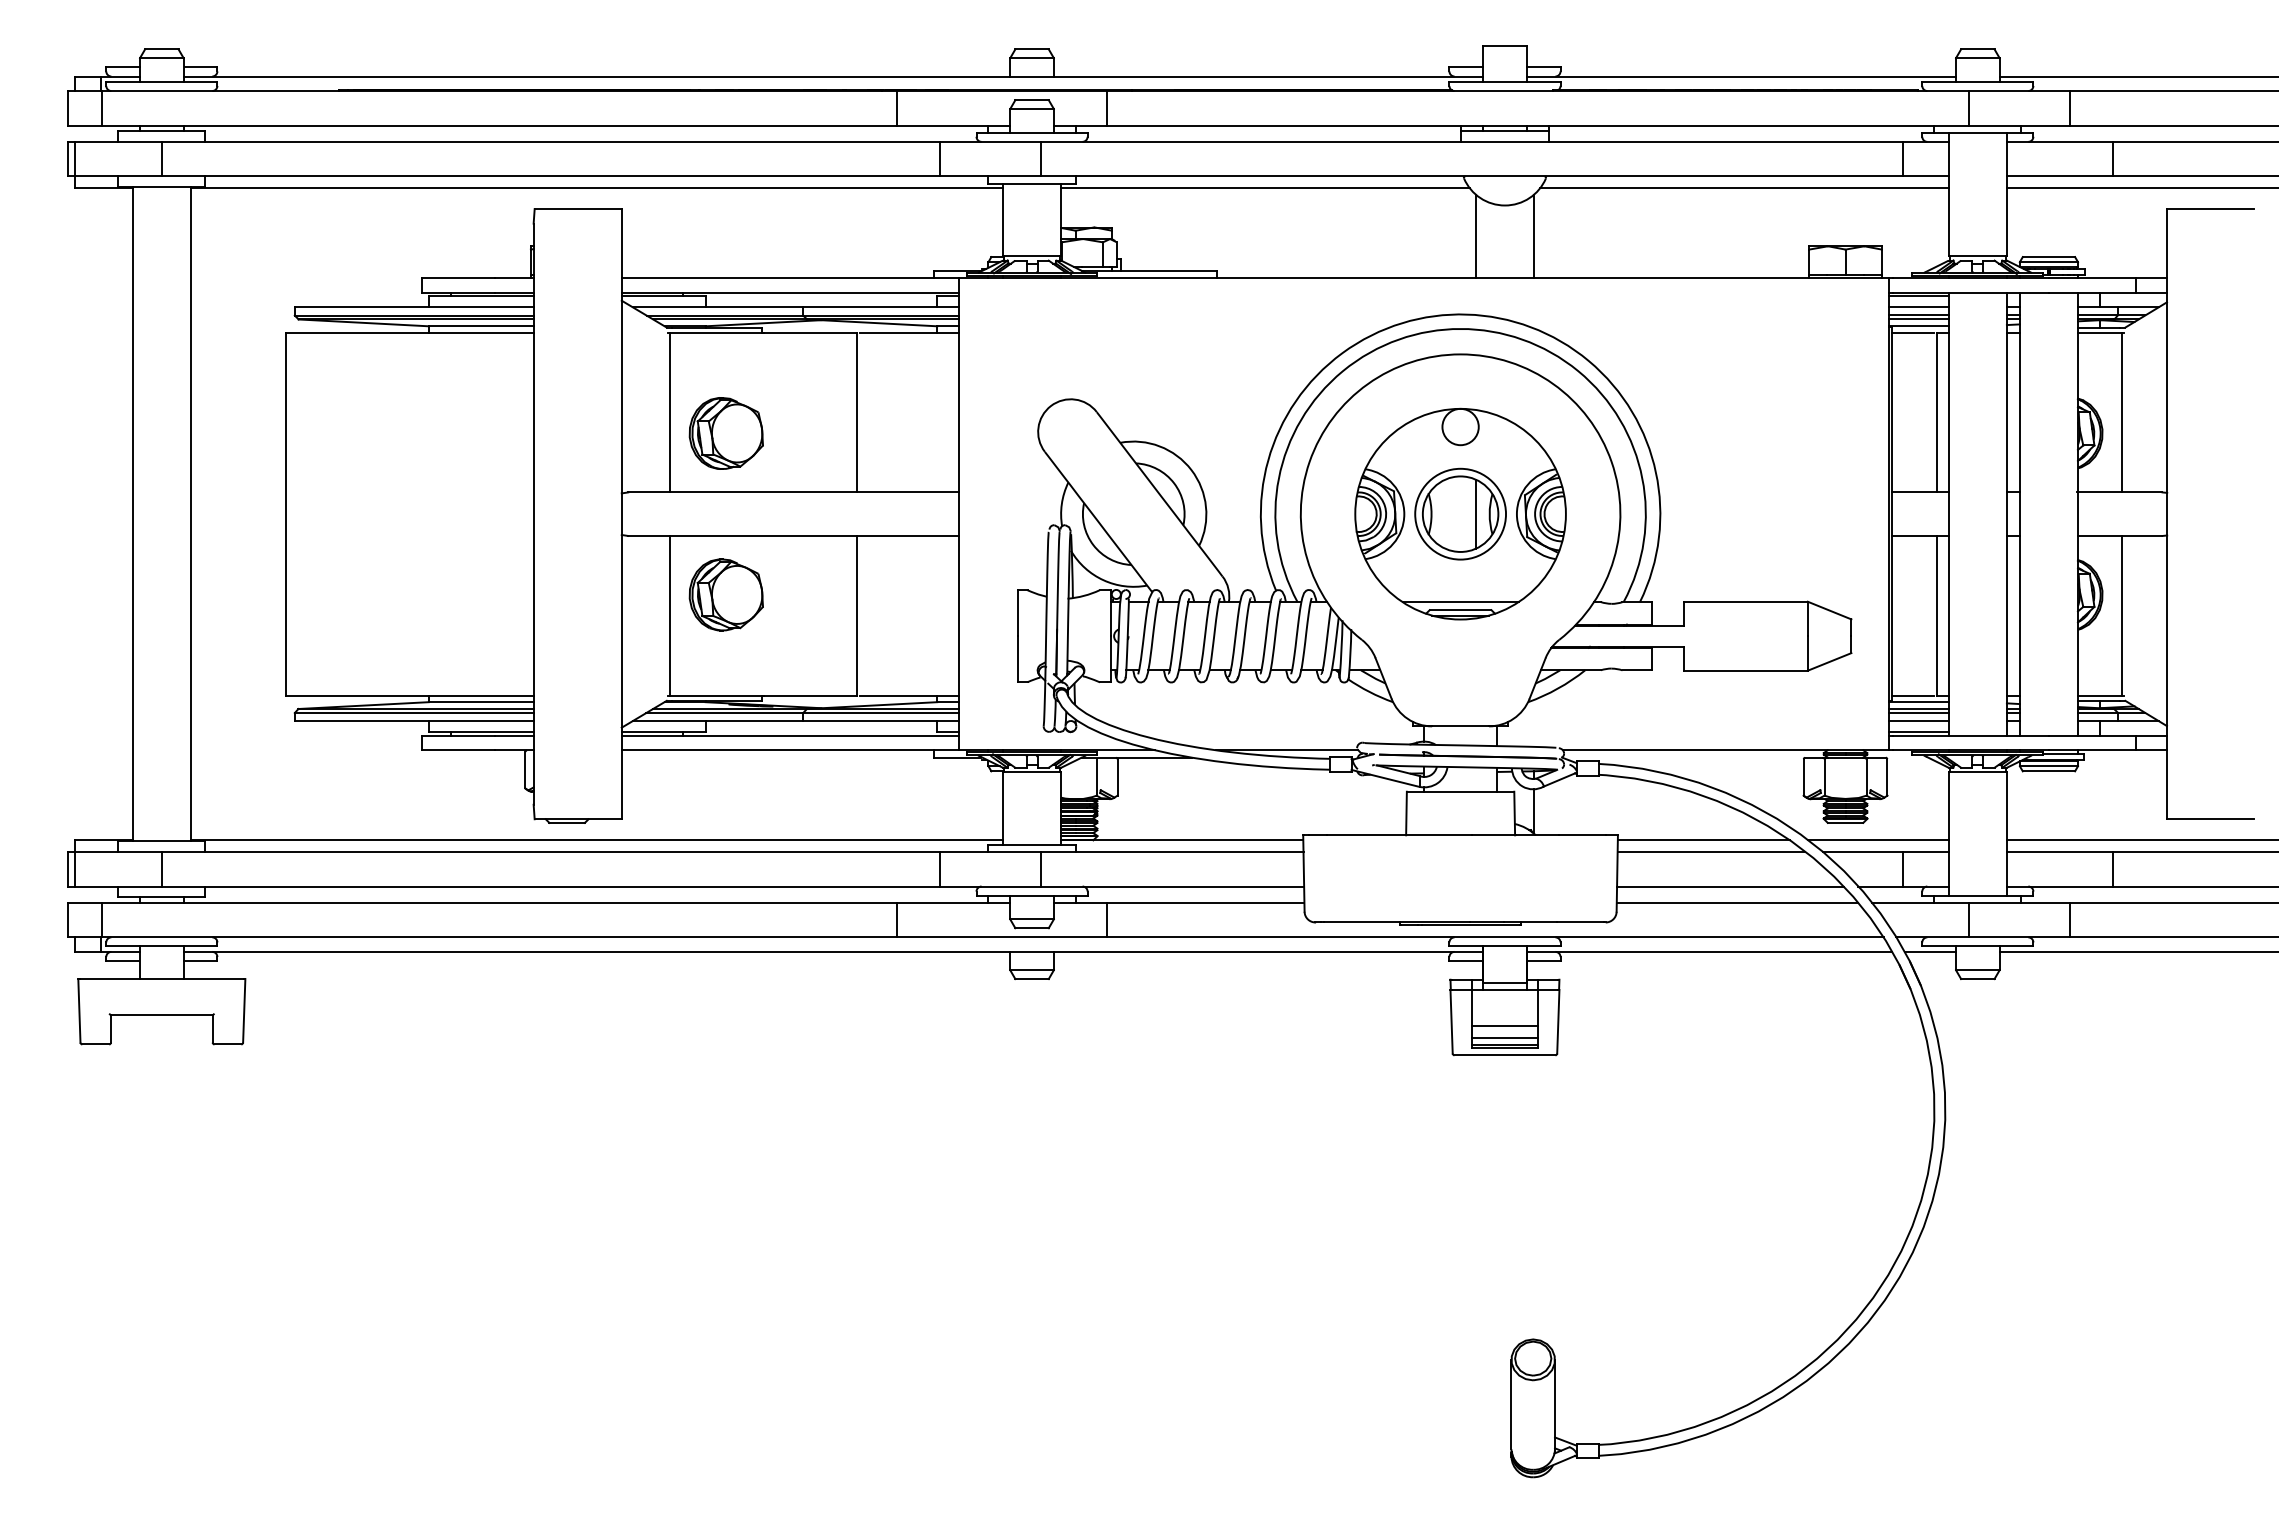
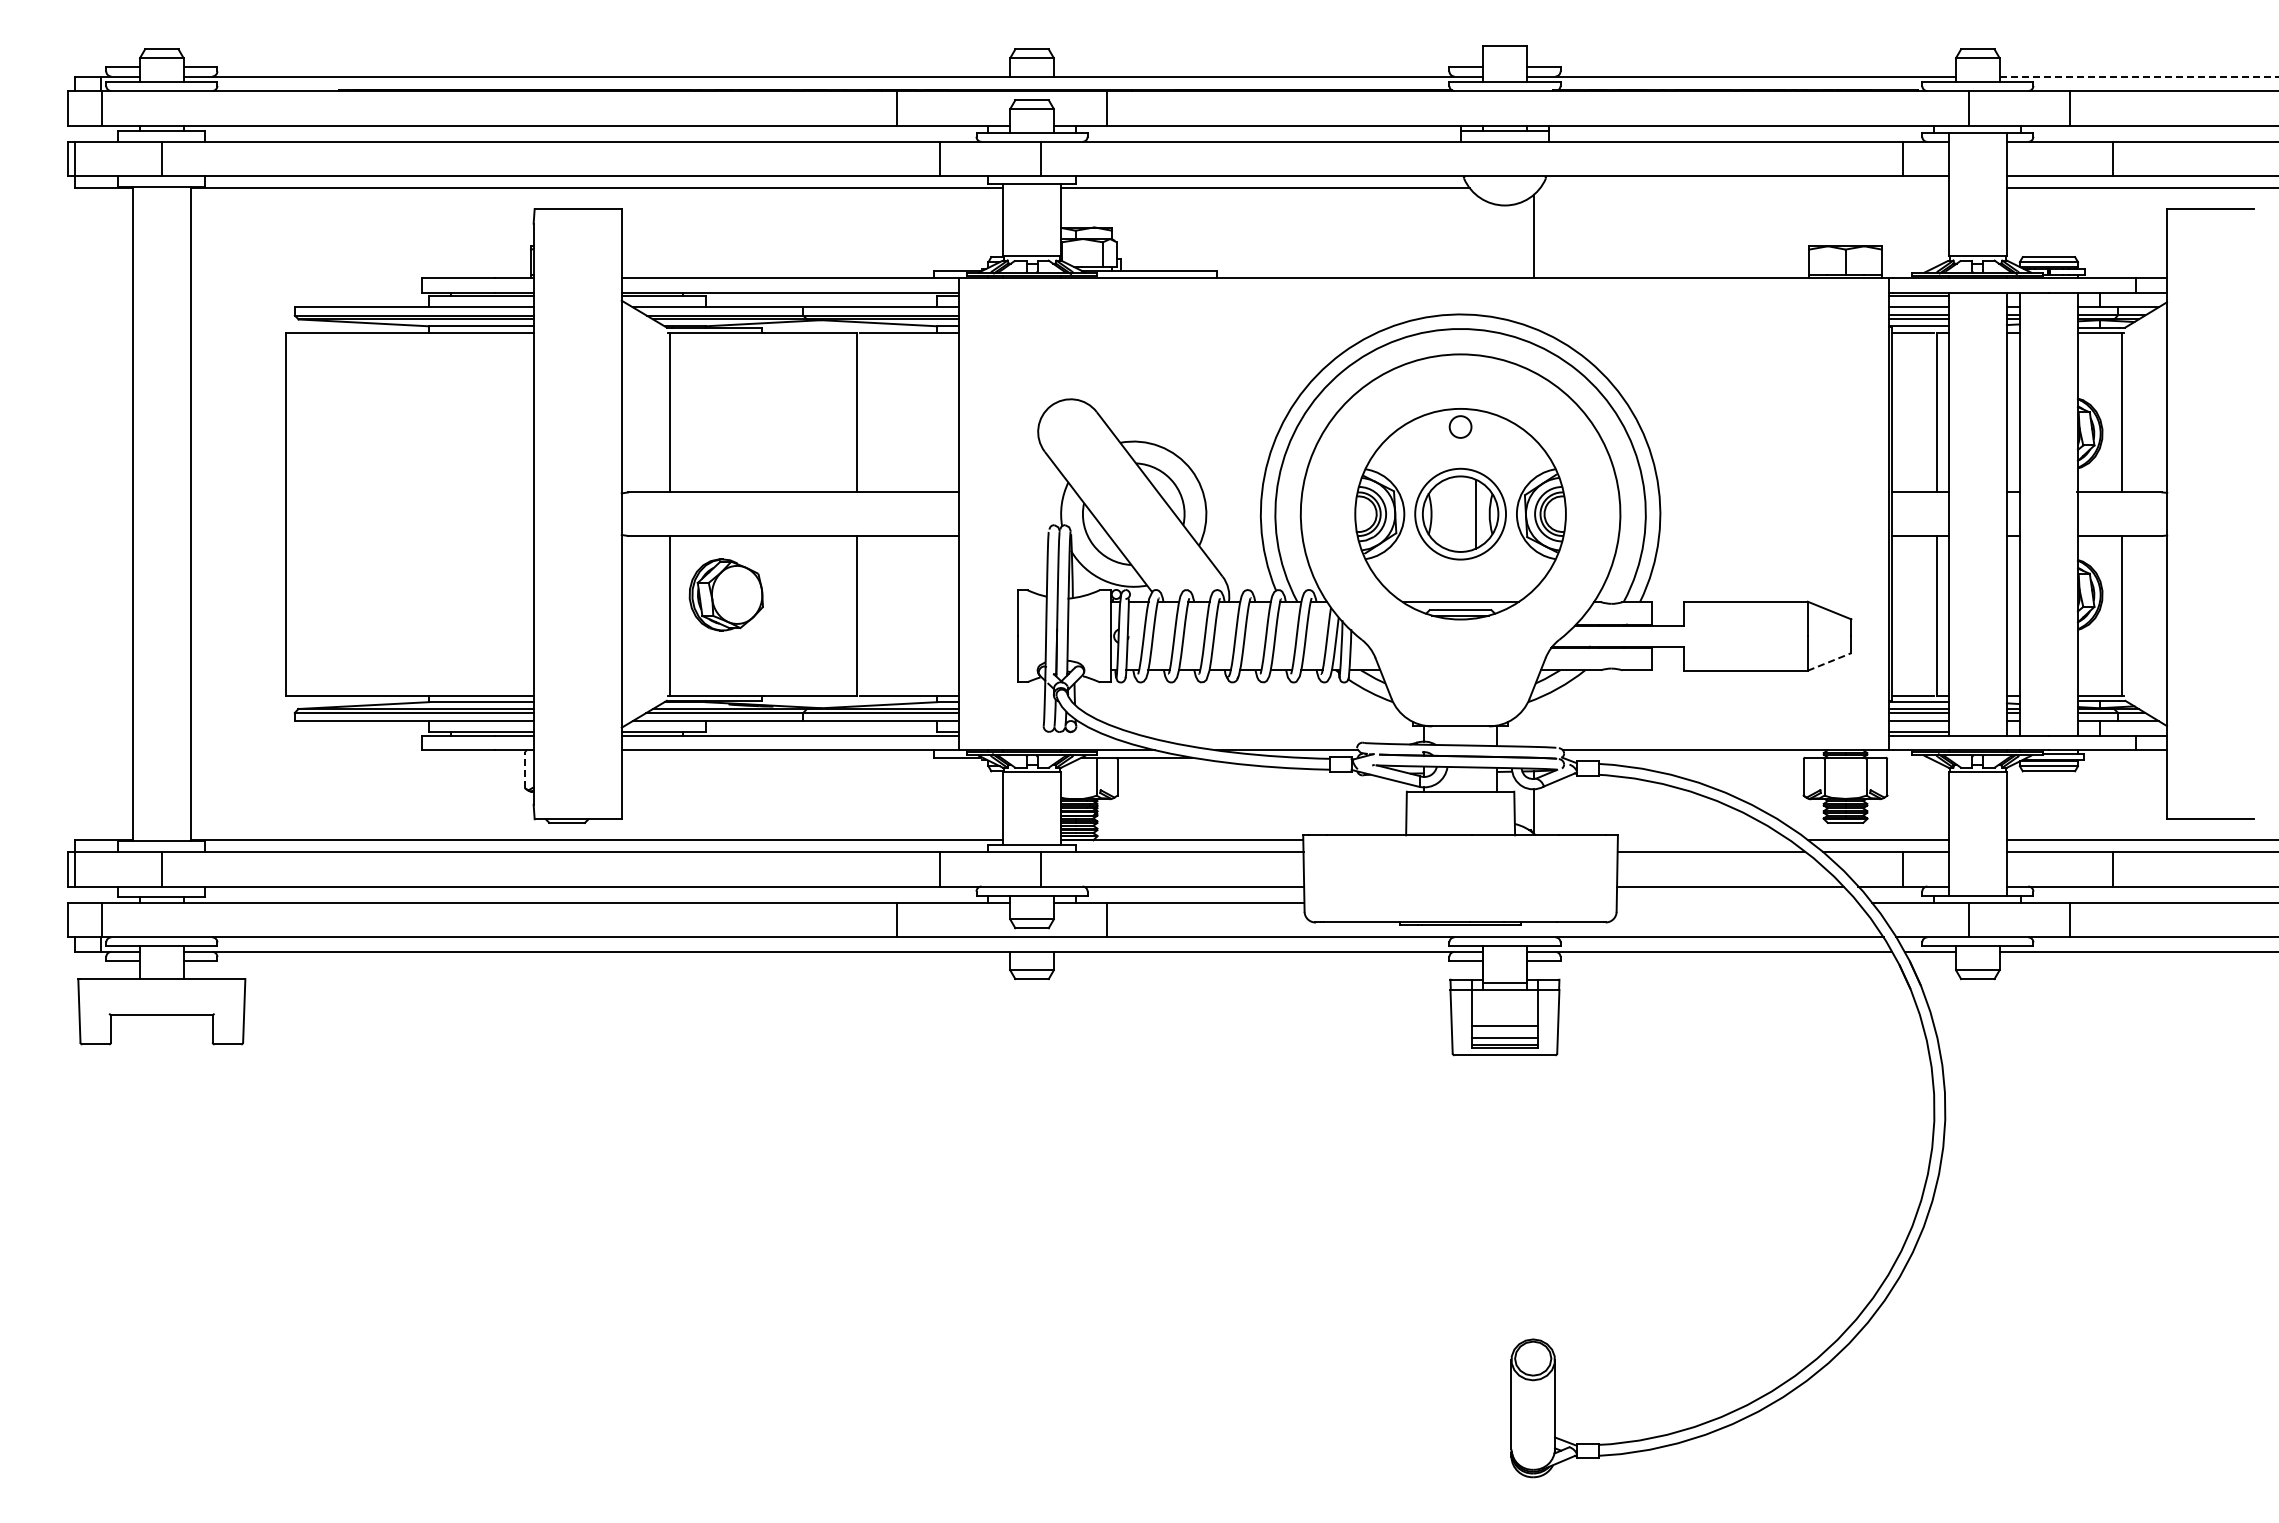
line at (2139, 76): solid -> dashed
line at (1744, 188): present -> none
line at (1475, 236): present -> none
circle at (1460, 426) diameter: 36 px -> 22 px
part at (725, 433): present -> none
line at (1830, 661): solid -> dashed
line at (525, 769): solid -> dashed
line at (1703, 840): present -> none
line at (1737, 902): present -> none
